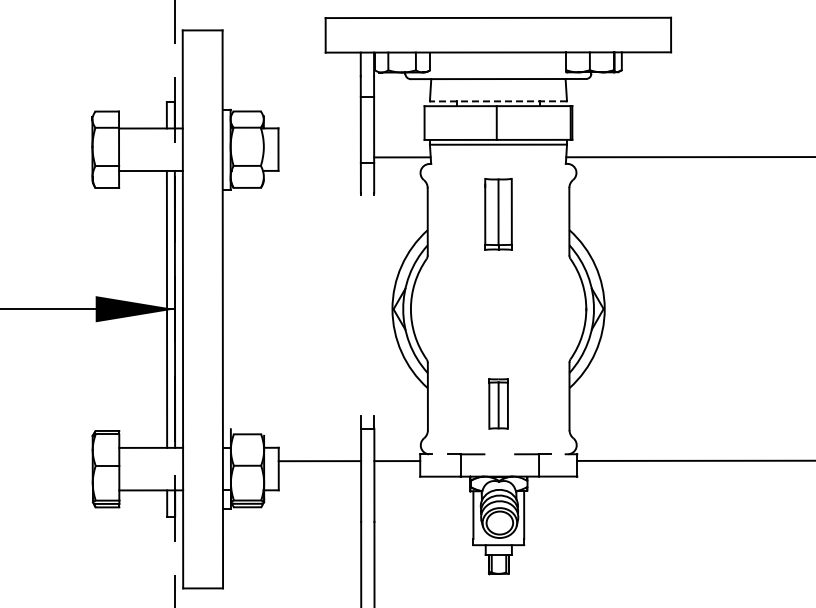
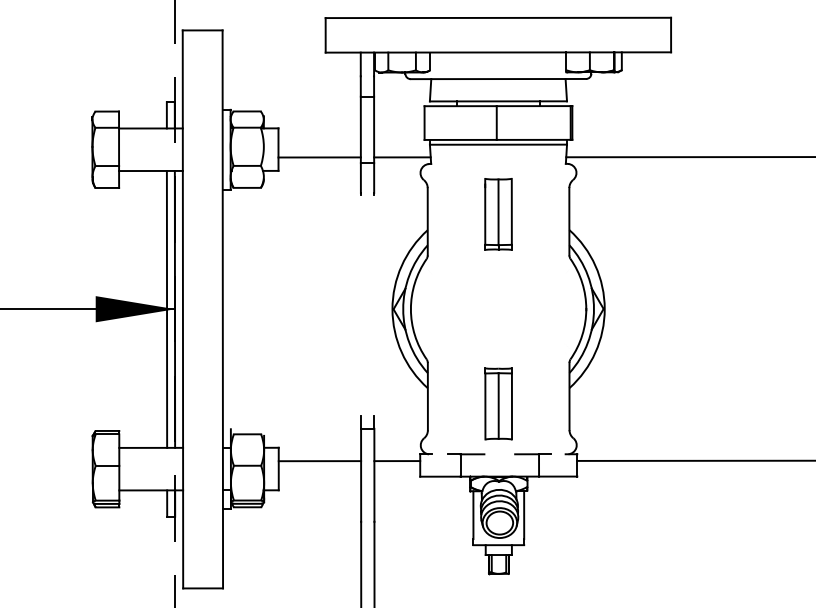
line at (498, 101): dashed -> solid
line at (319, 157): none -> present
part at (498, 403) size: 21x52 px -> 29x74 px
